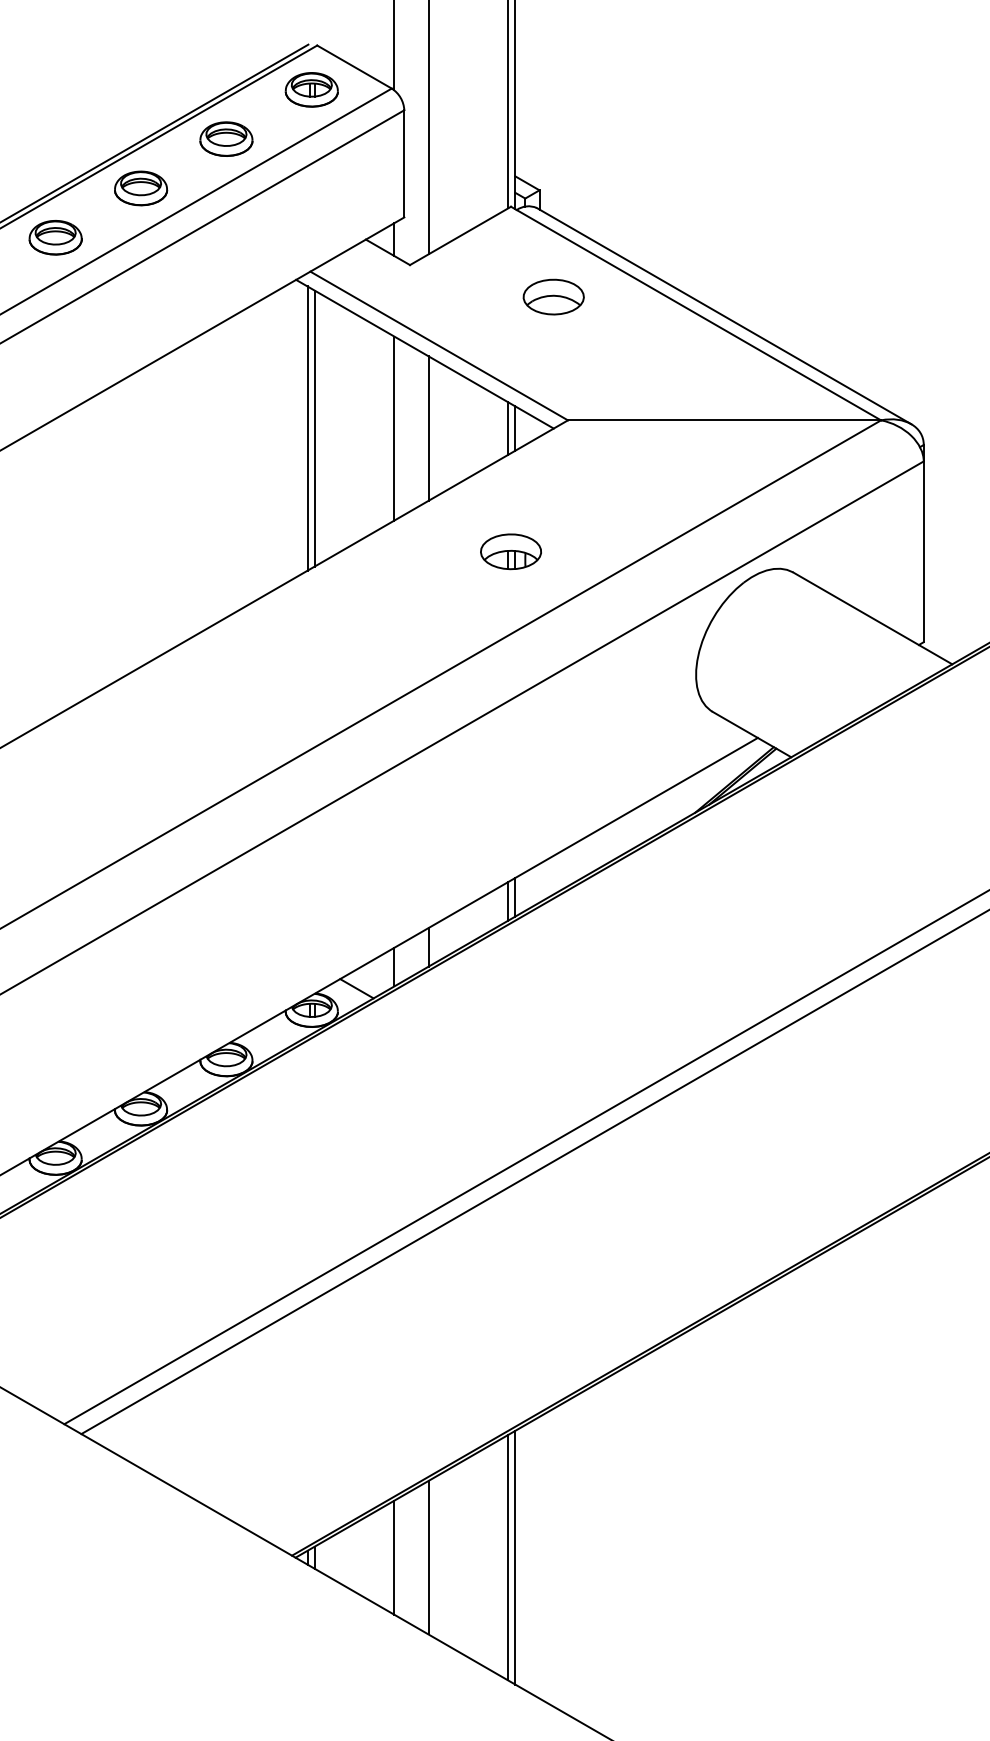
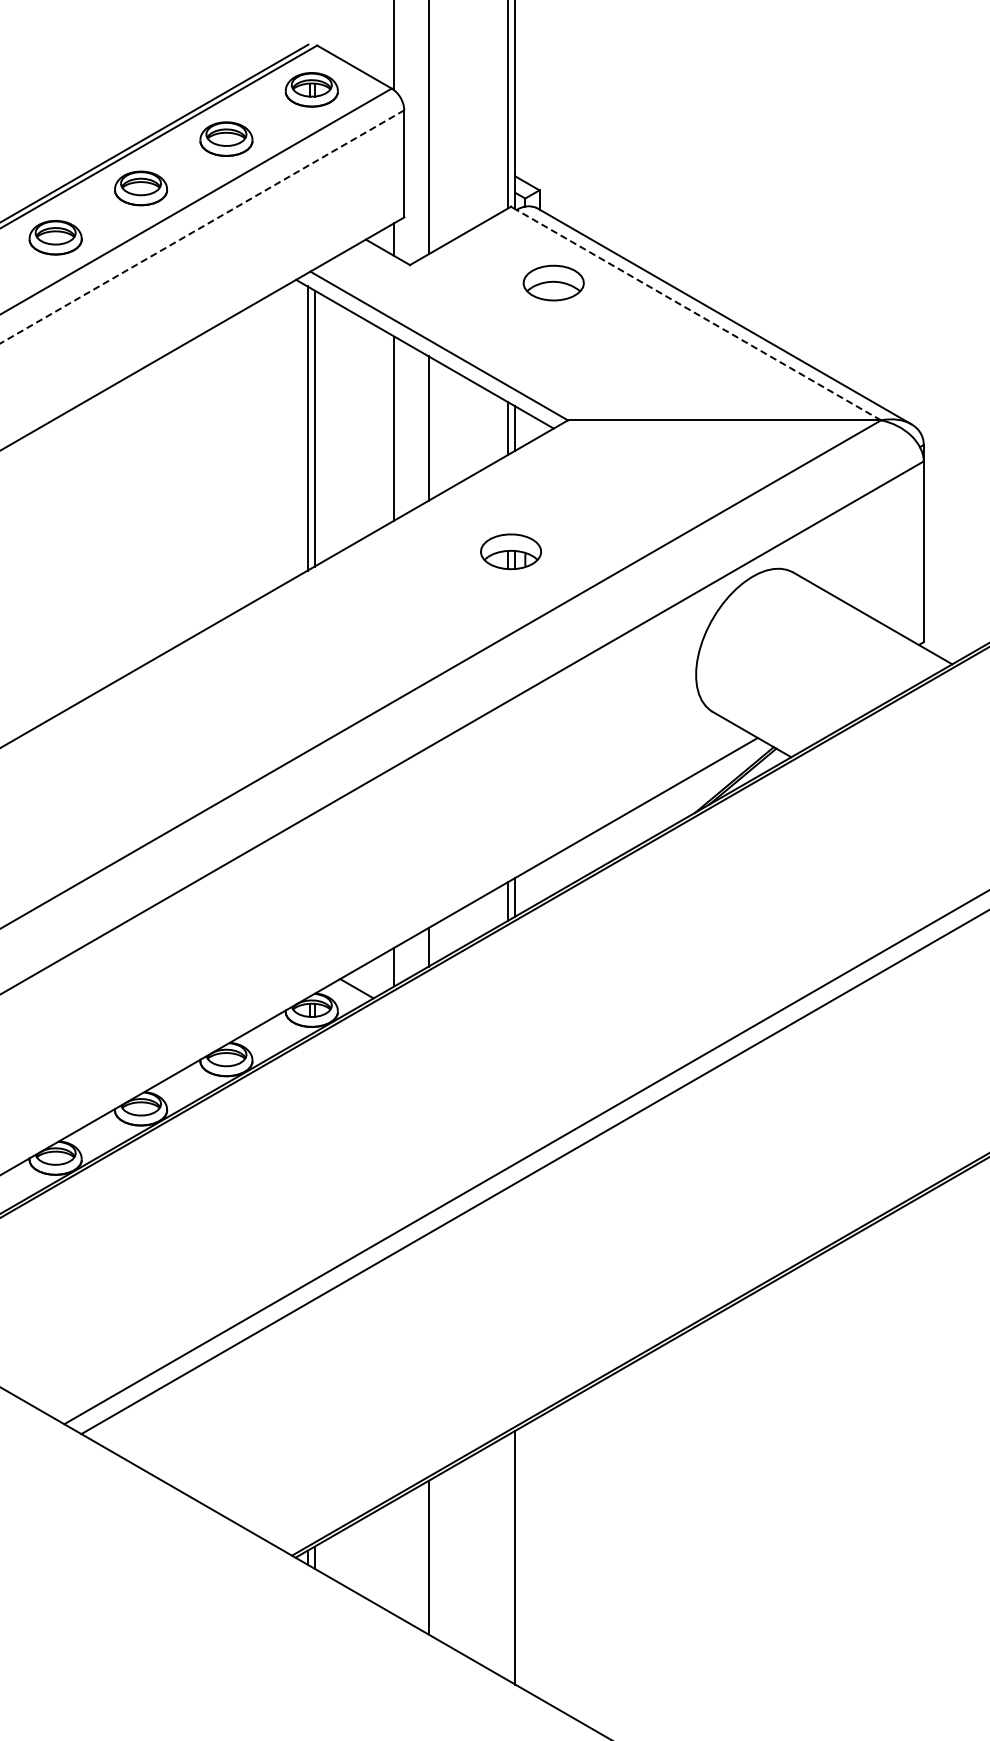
line at (201, 227): solid -> dashed
part at (553, 296) position: (553, 296) -> (553, 282)
line at (698, 314): solid -> dashed
line at (394, 1557): present -> none
line at (508, 1557): present -> none
